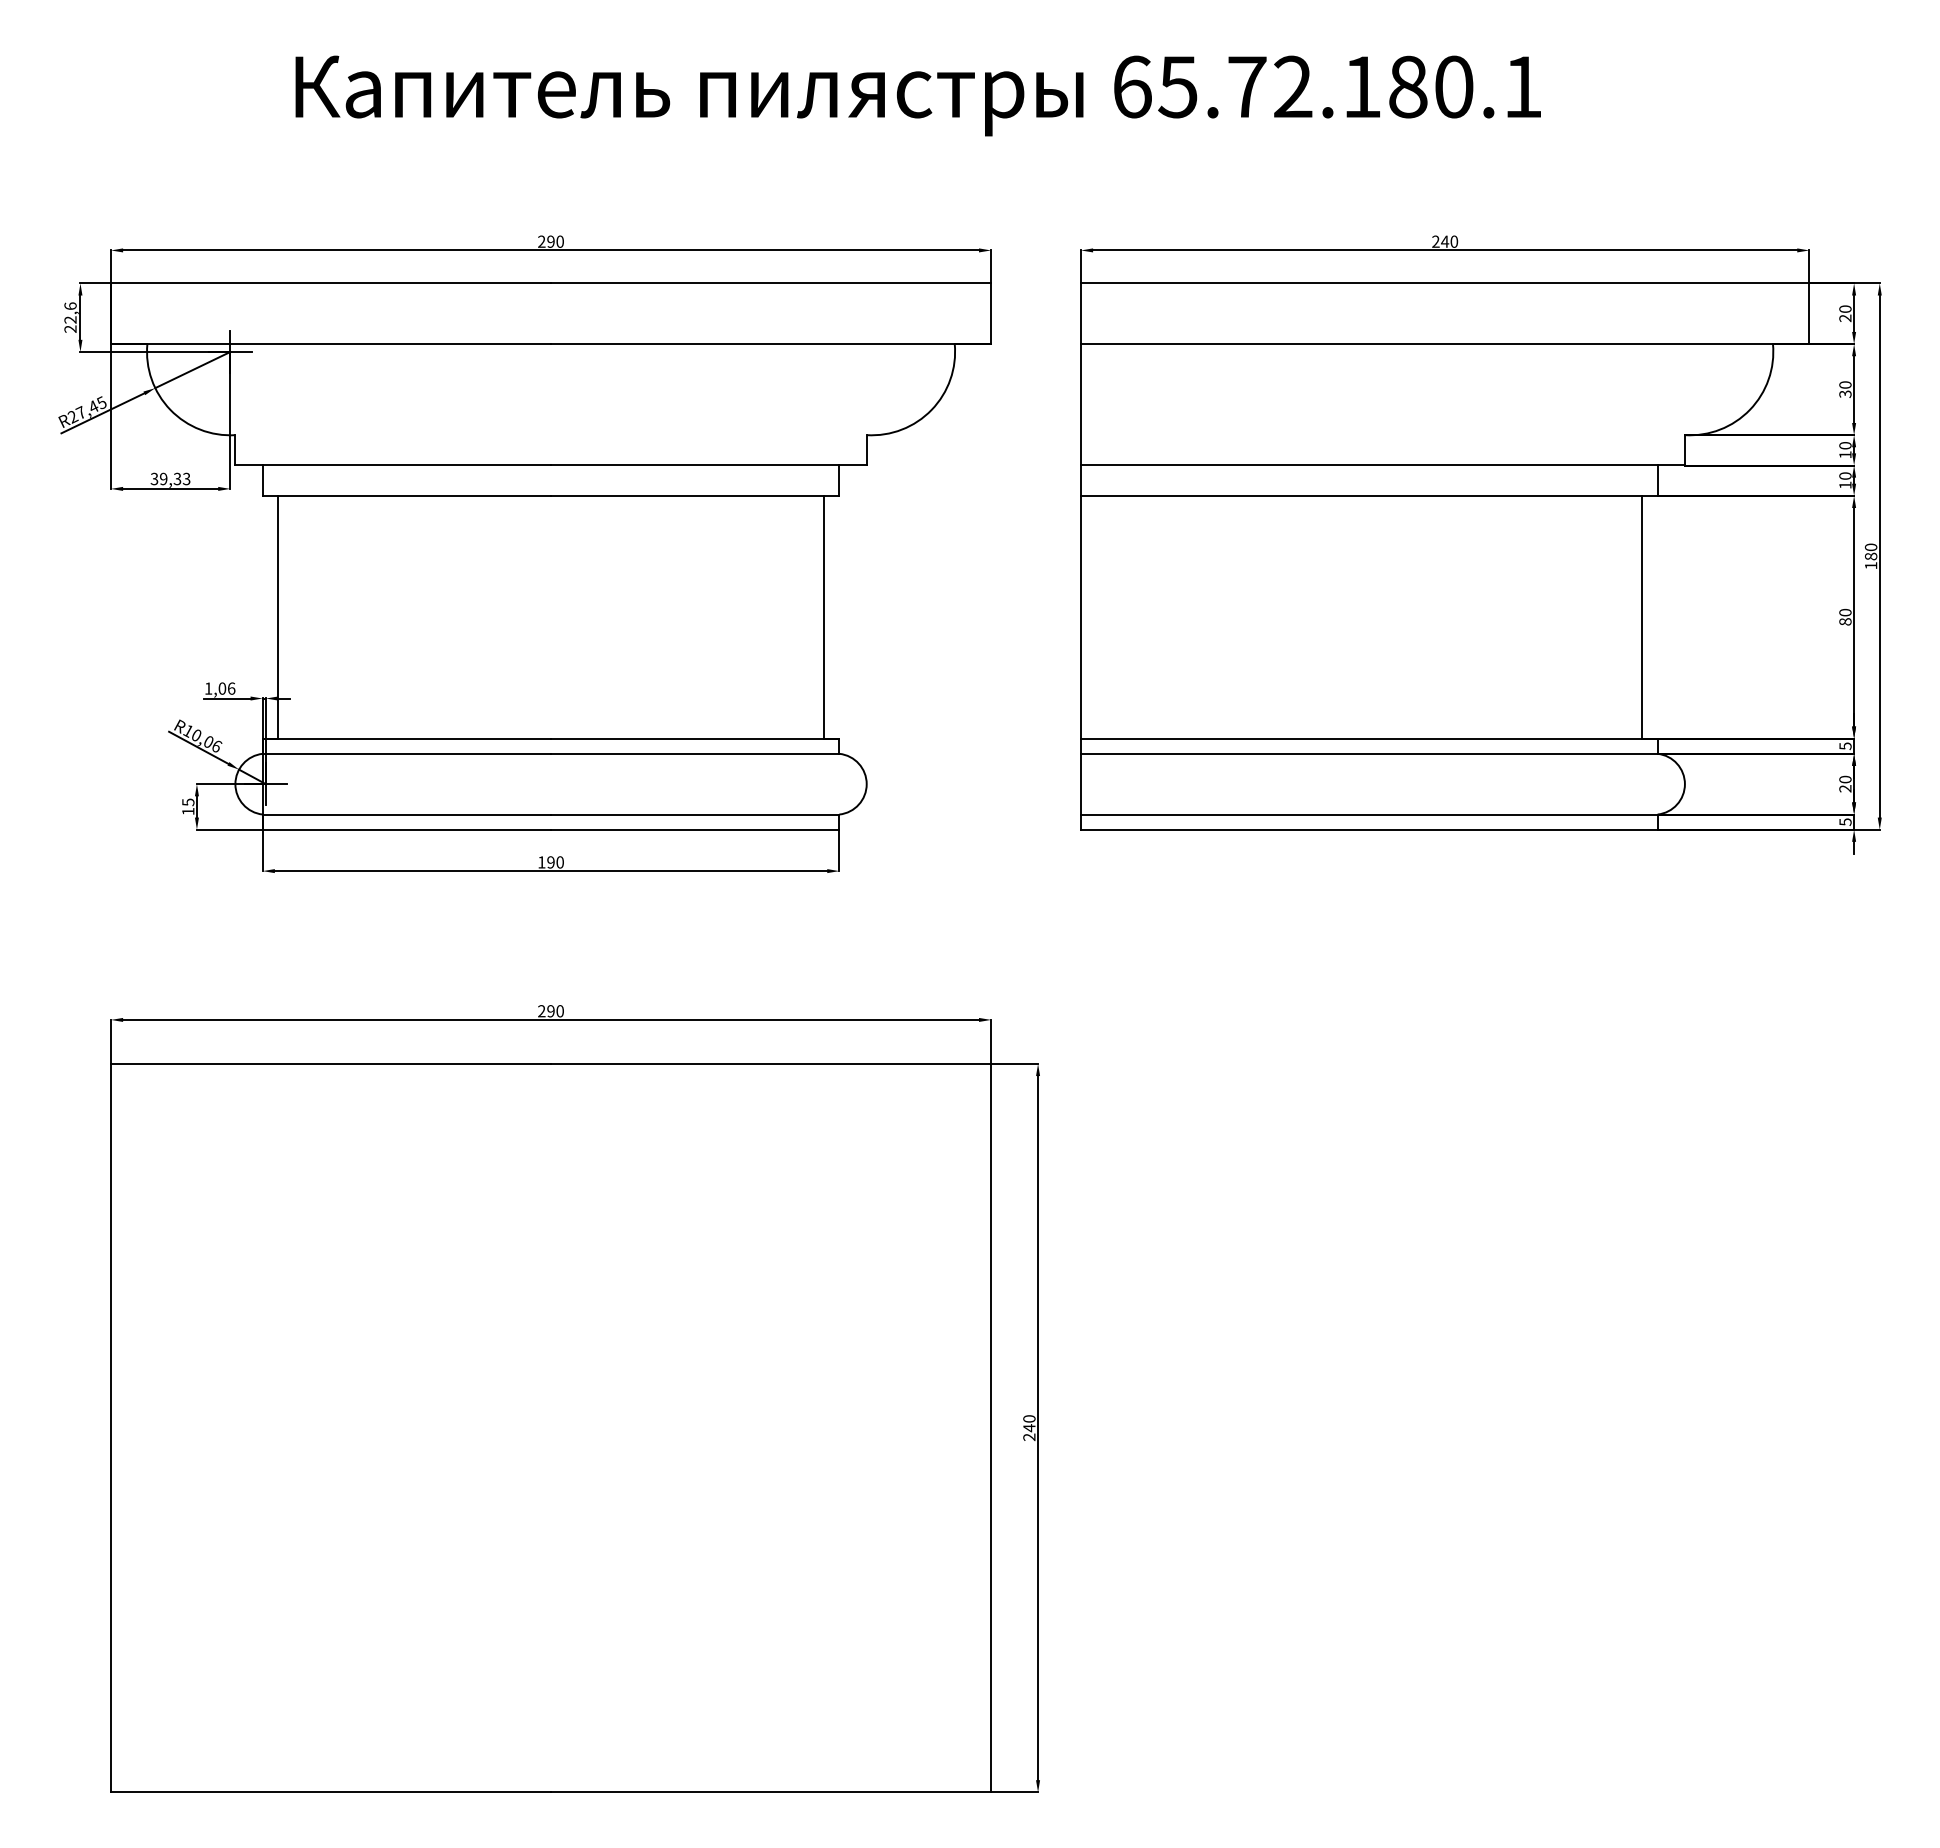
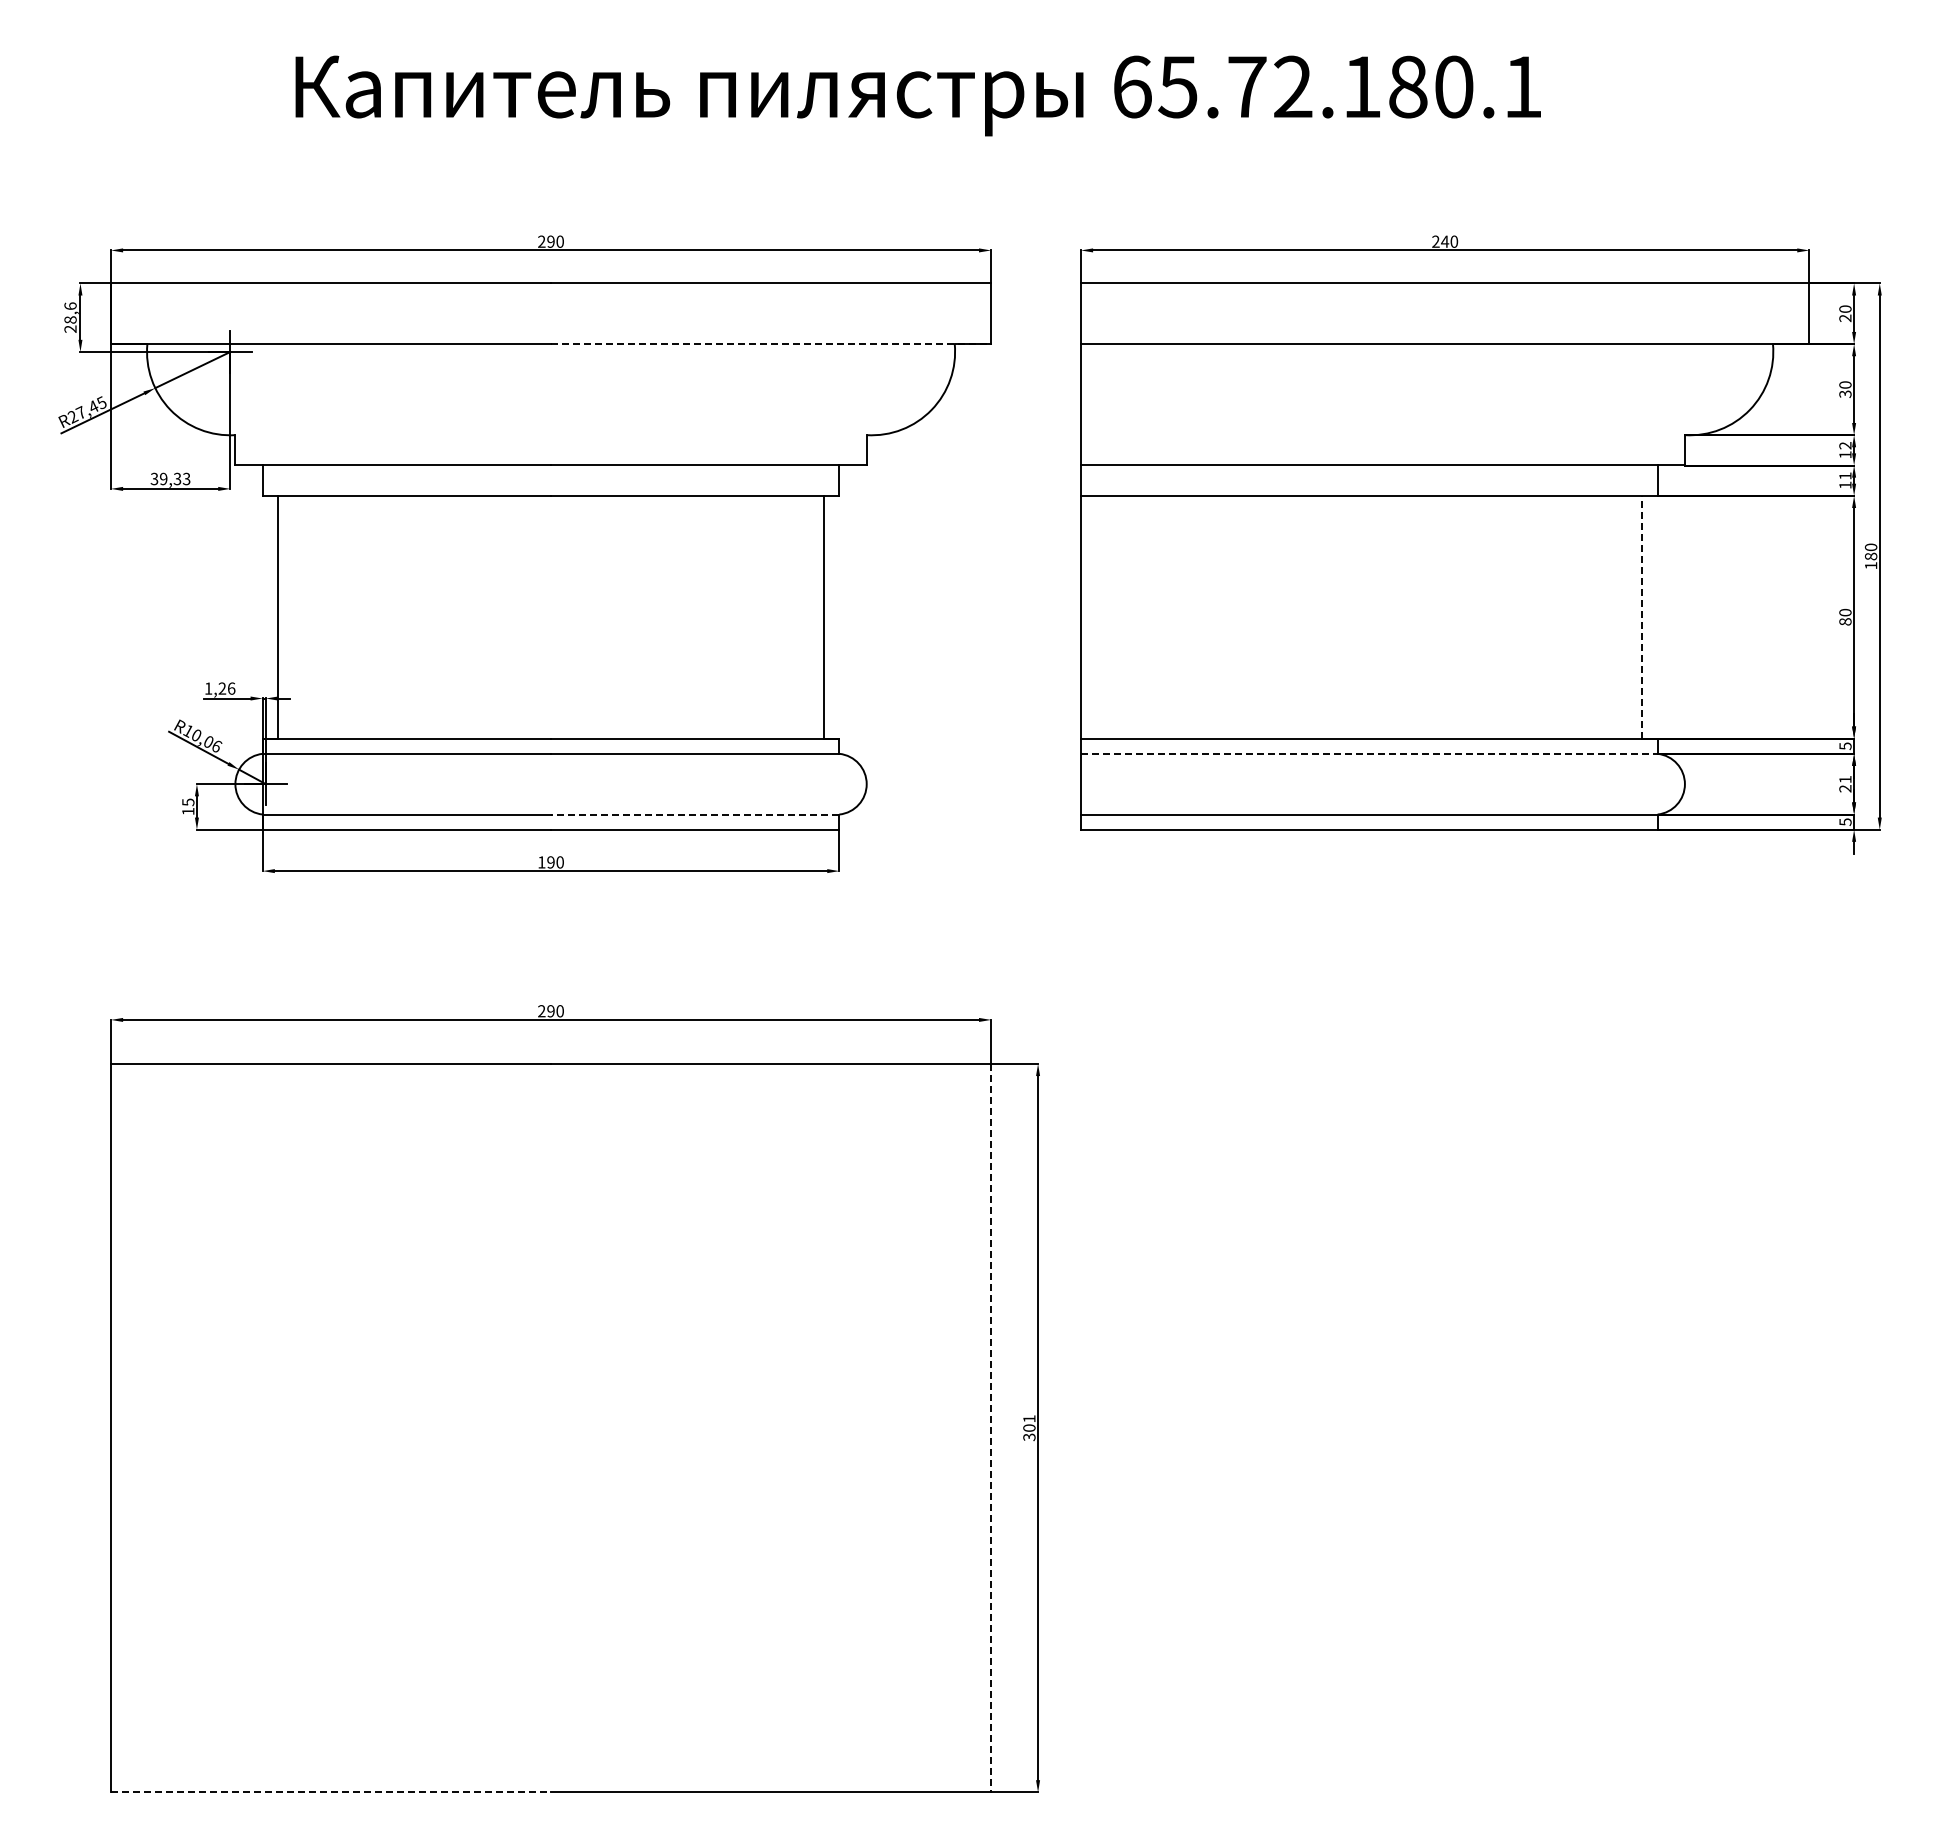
text at (70, 319): 22,6 -> 28,6
line at (771, 344): solid -> dashed
text at (1845, 445): 10 -> 12
text at (1845, 475): 10 -> 11
line at (1642, 616): solid -> dashed
text at (222, 688): 1,06 -> 1,26
line at (1369, 753): solid -> dashed
text at (1845, 779): 20 -> 21
line at (694, 814): solid -> dashed
text at (1029, 1427): 240 -> 301
line at (991, 1428): solid -> dashed
line at (331, 1792): solid -> dashed
